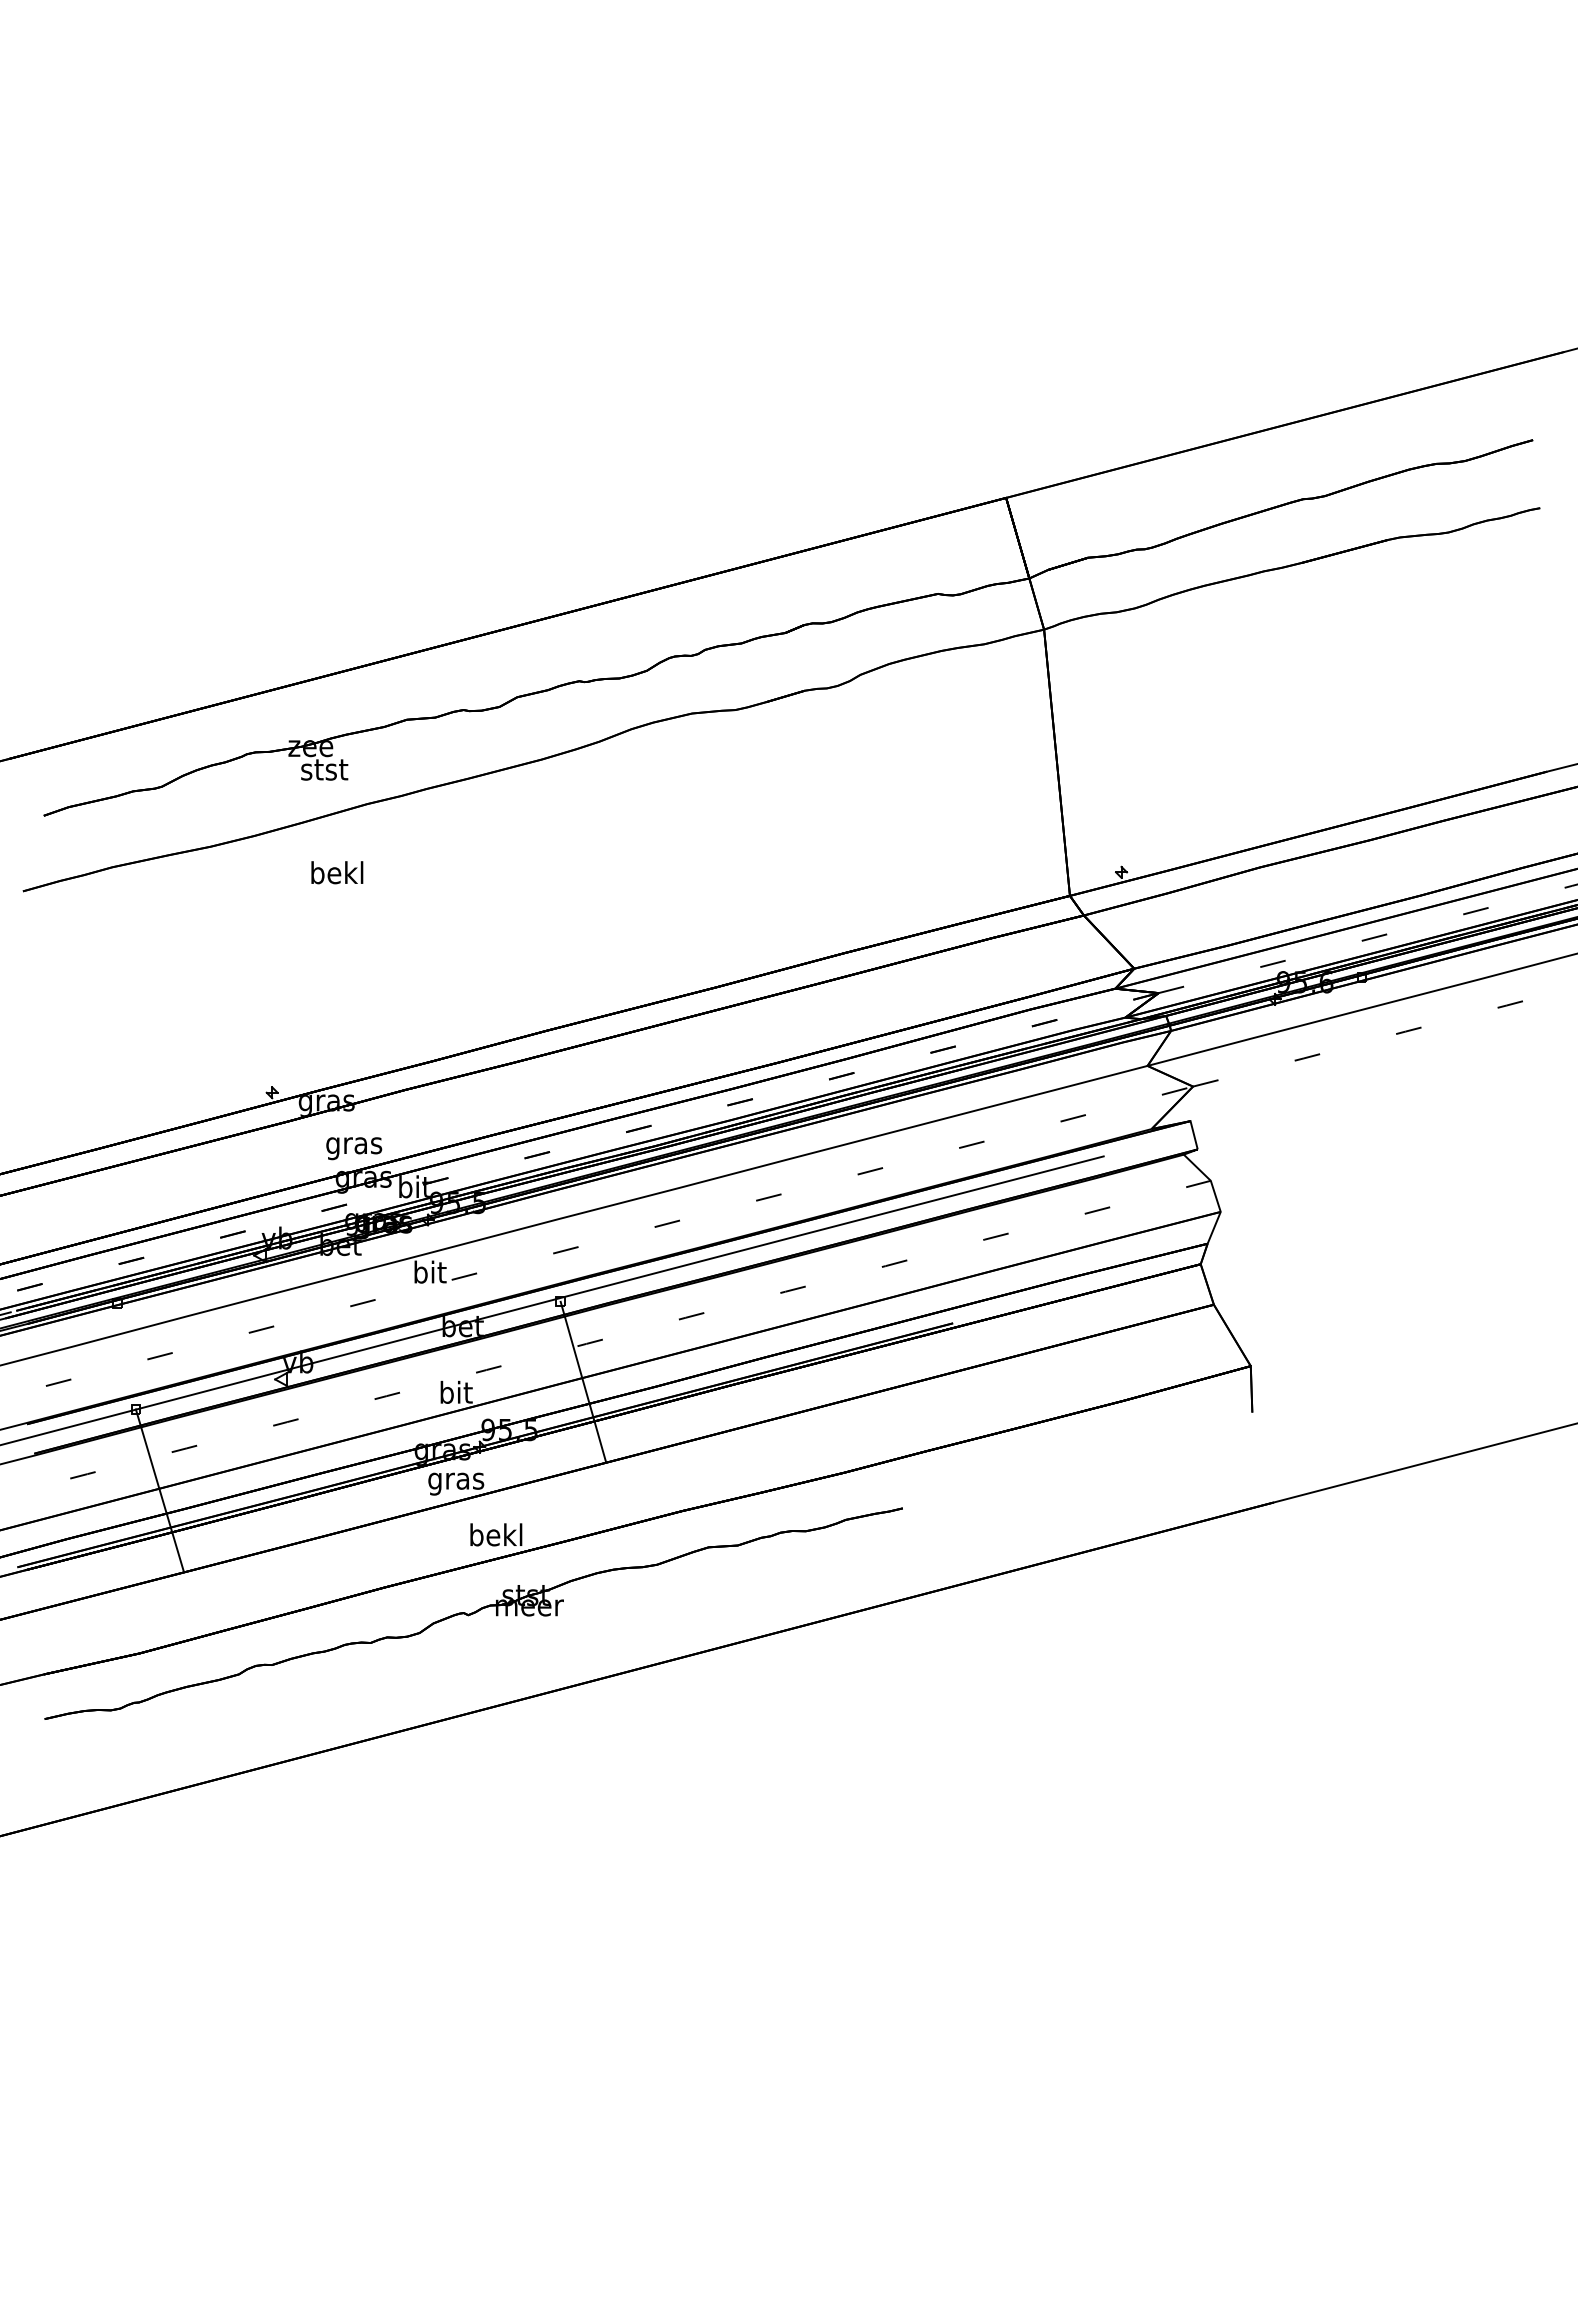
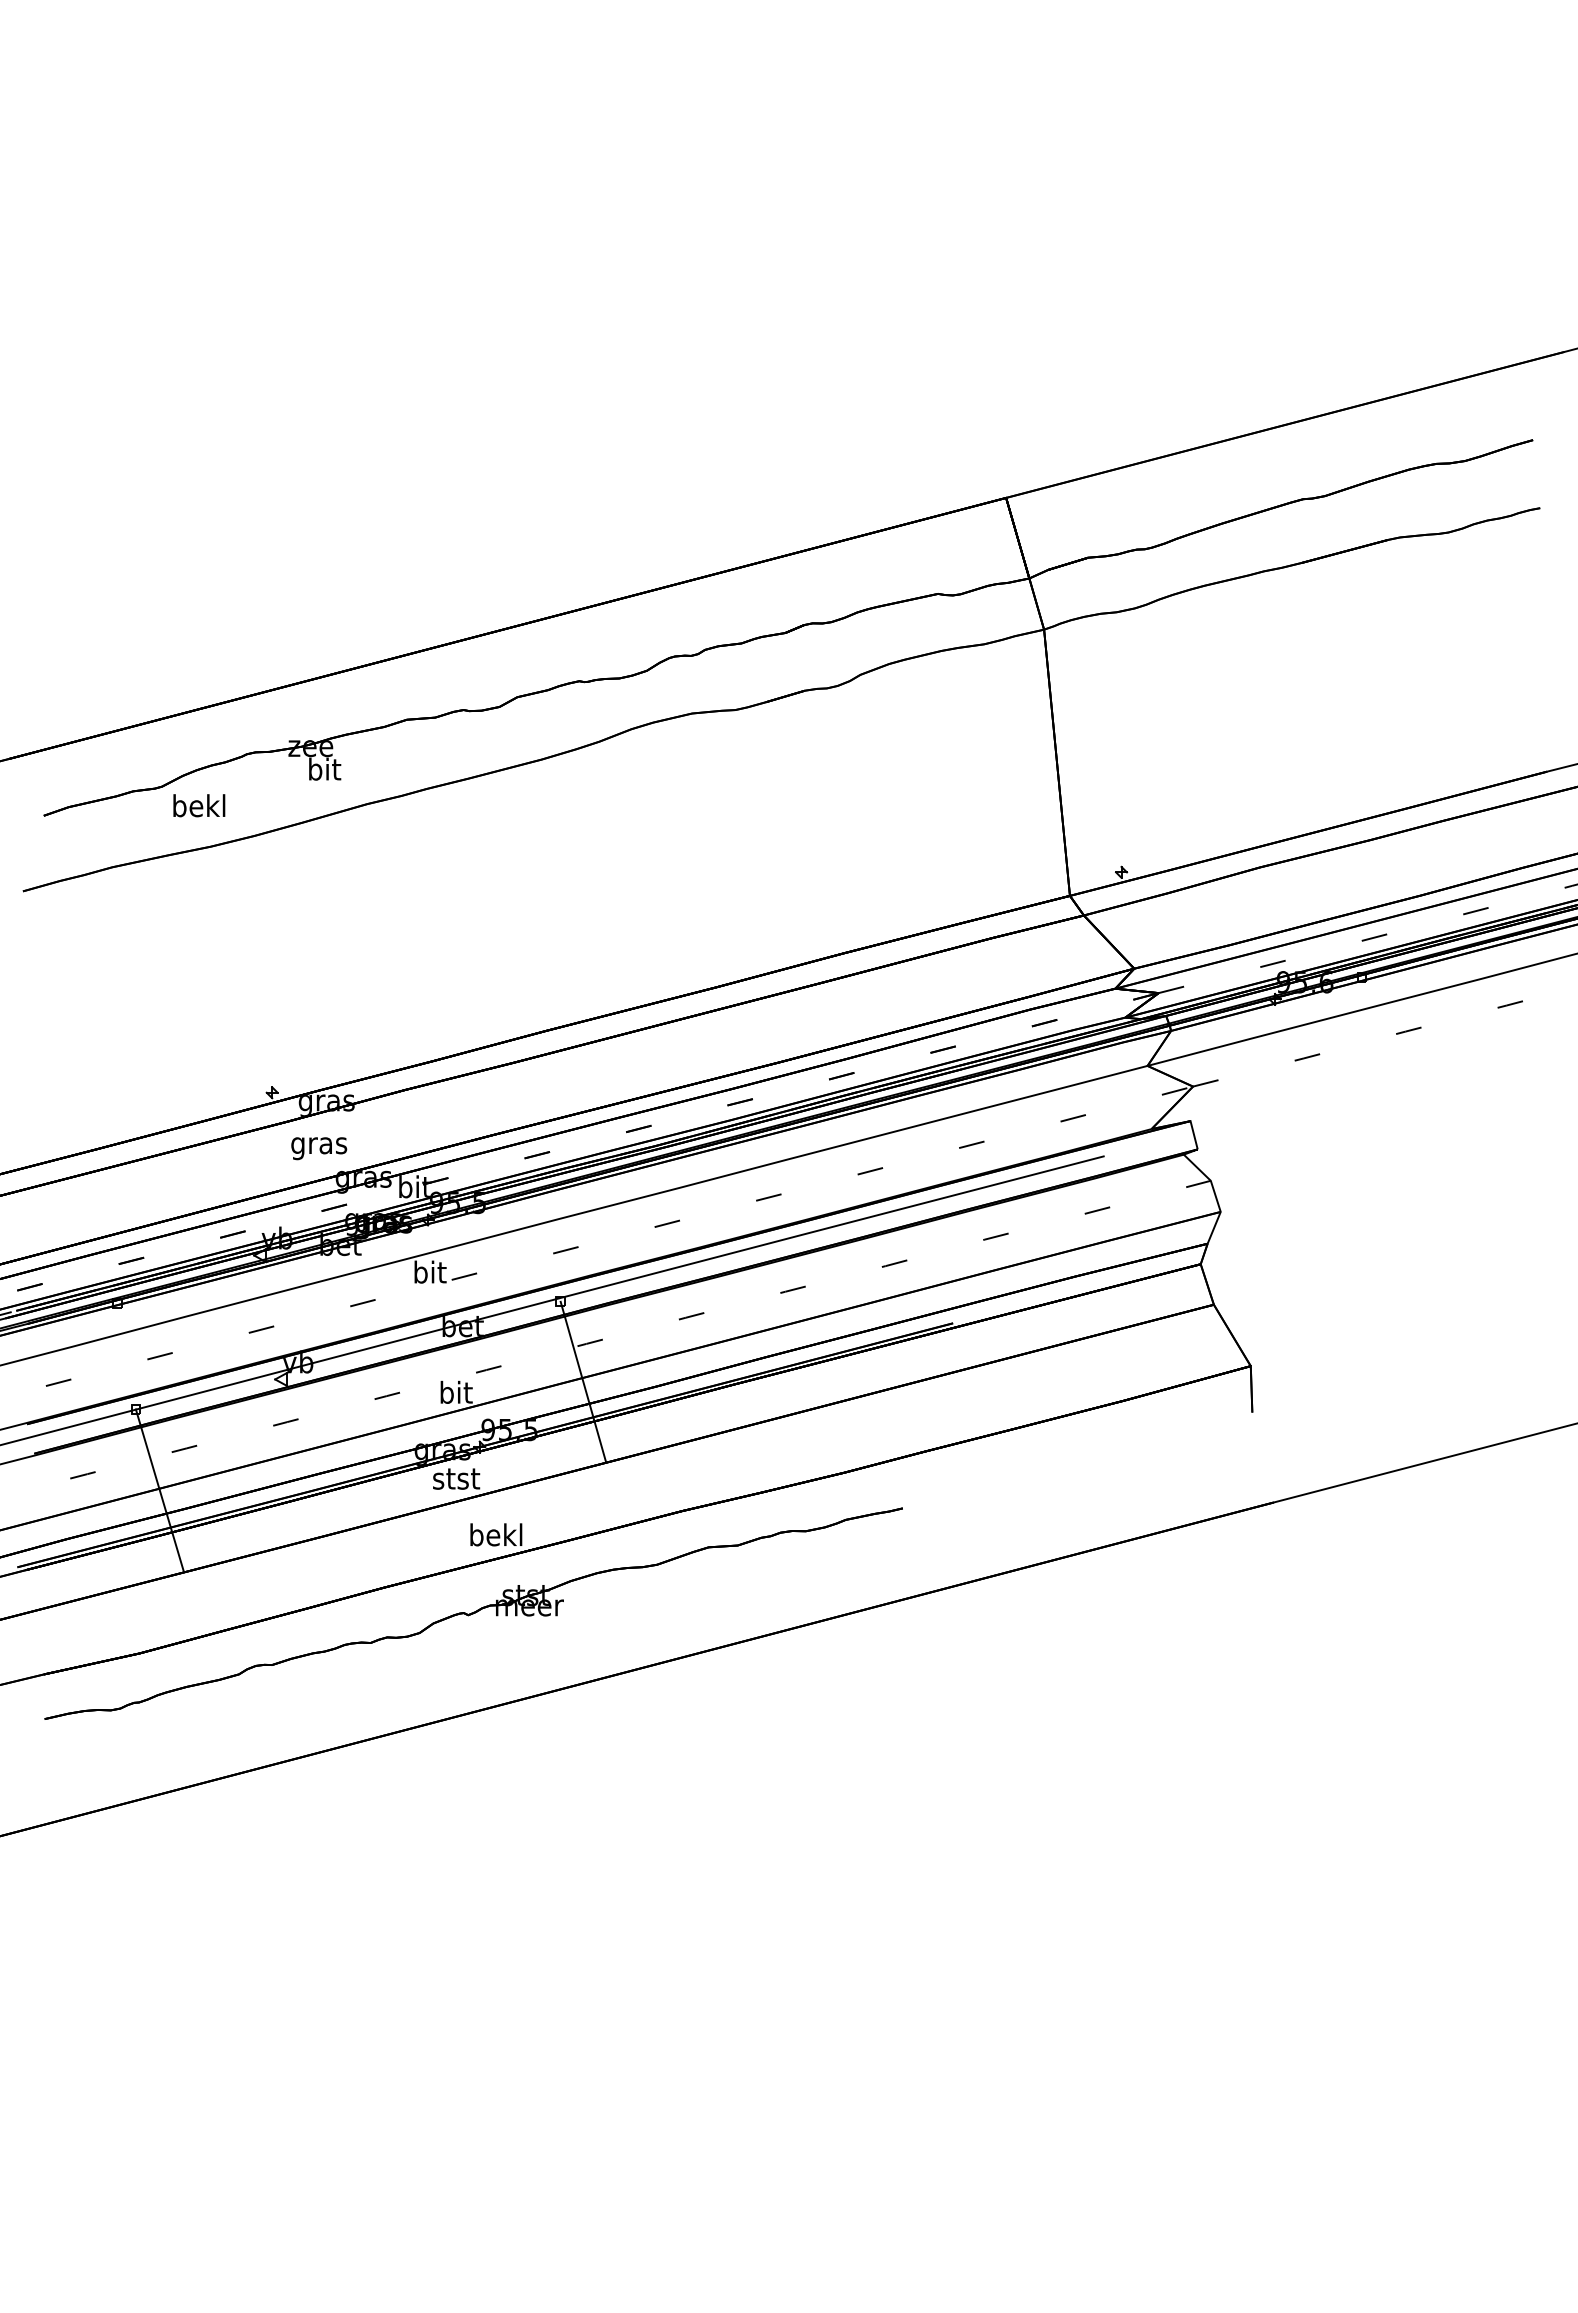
text at (324, 768): stst -> bit
text at (337, 872) position: (337, 872) -> (199, 805)
text at (354, 1148) position: (354, 1148) -> (319, 1148)
text at (456, 1481): gras -> stst
